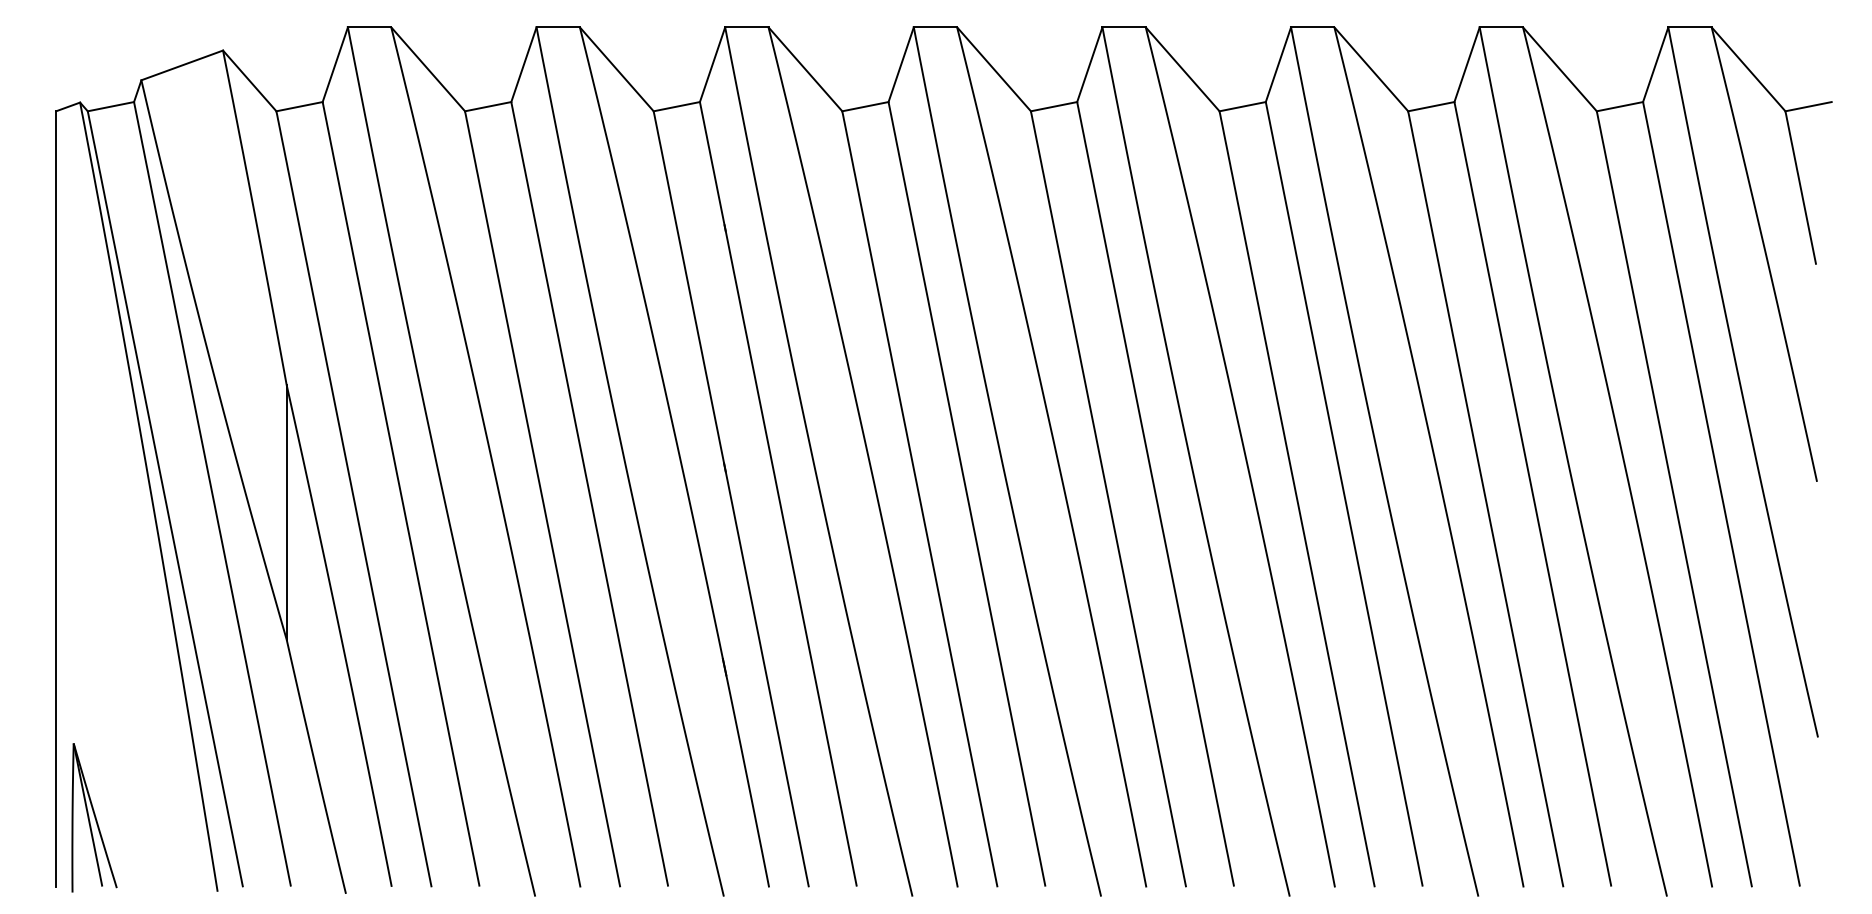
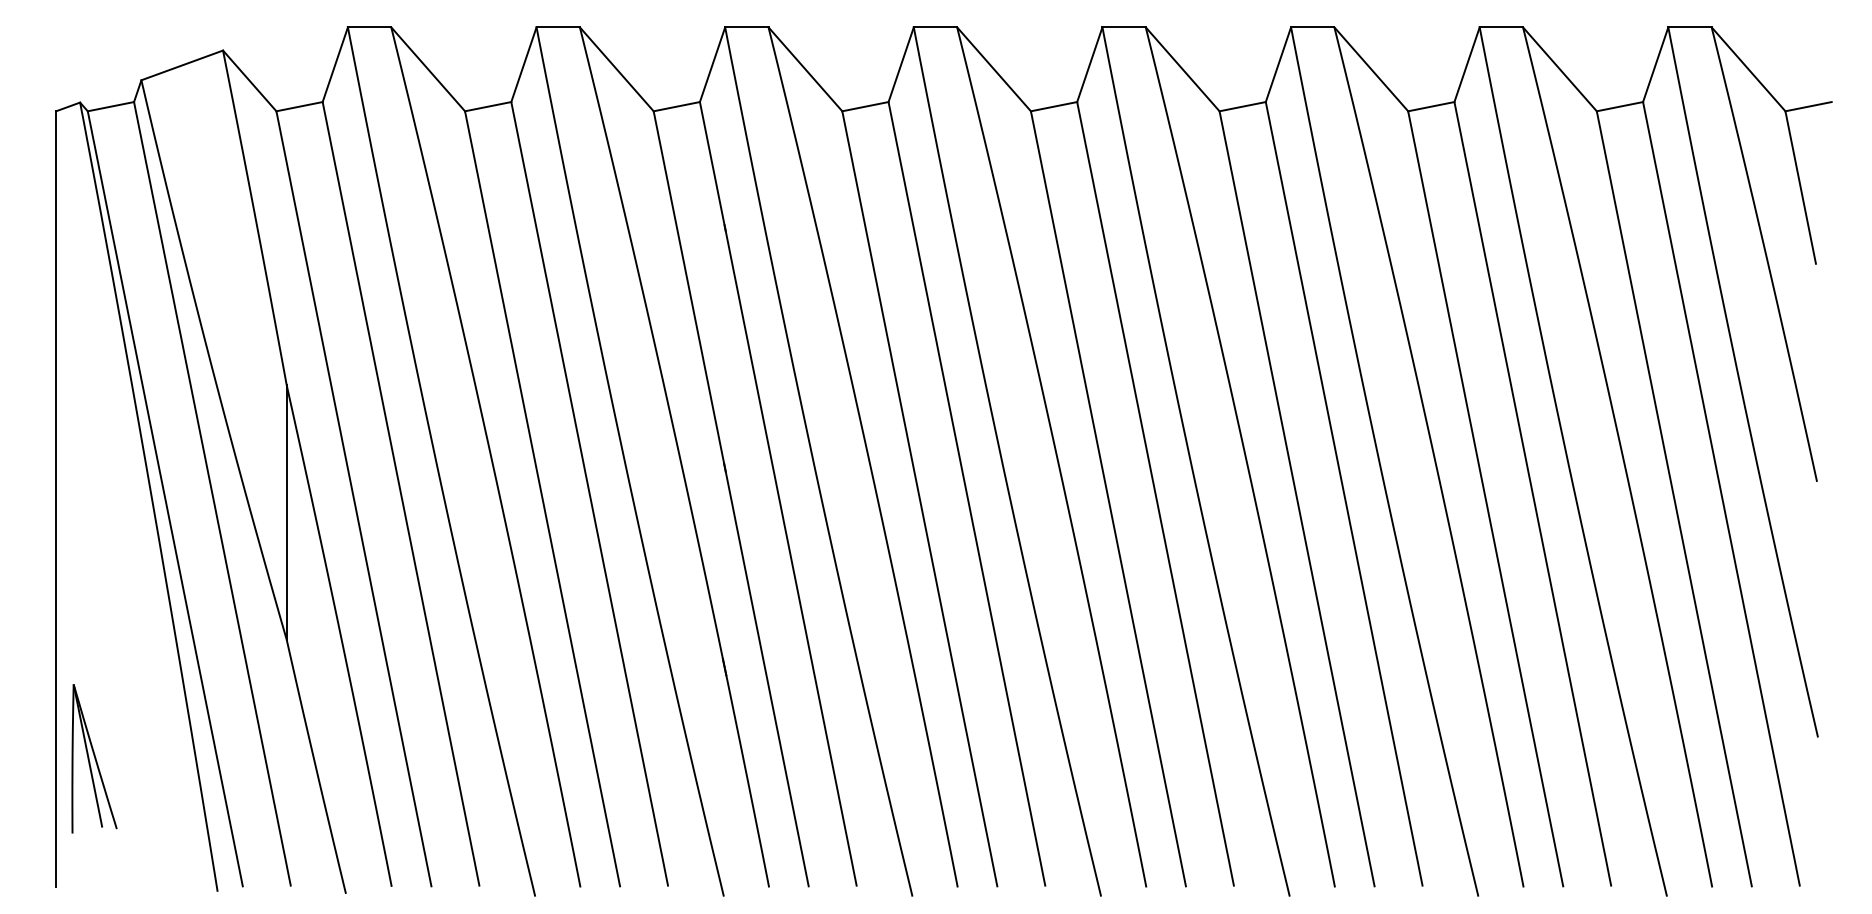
part at (94, 817) position: (94, 817) -> (94, 758)
